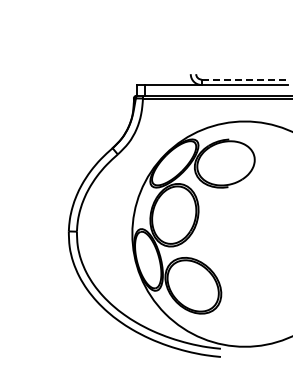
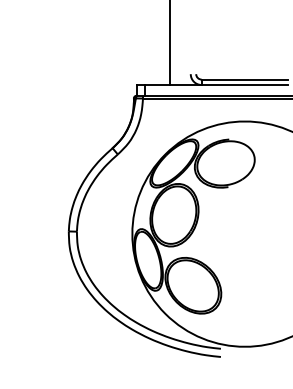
line at (170, 43): none -> present
line at (245, 79): dashed -> solid
